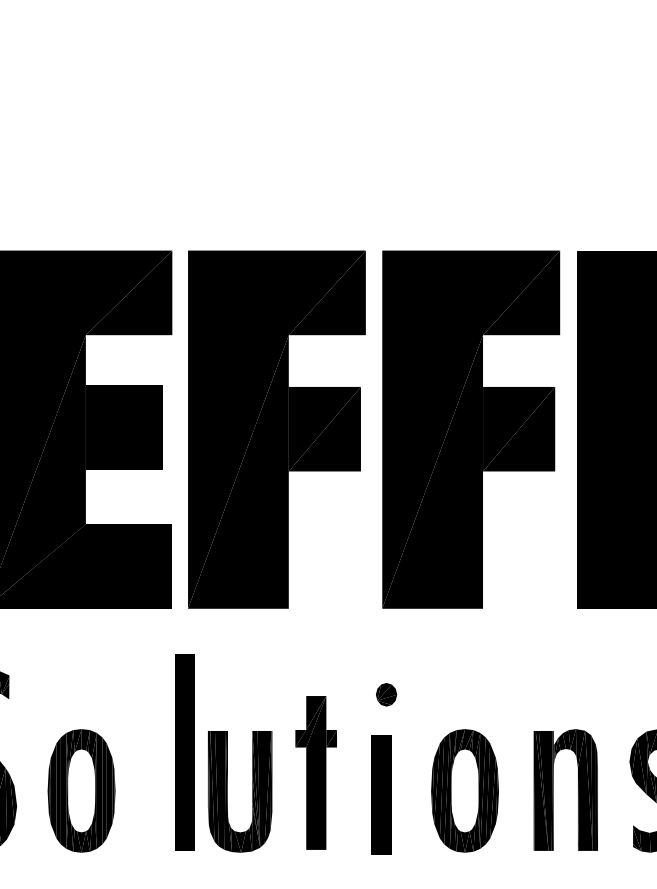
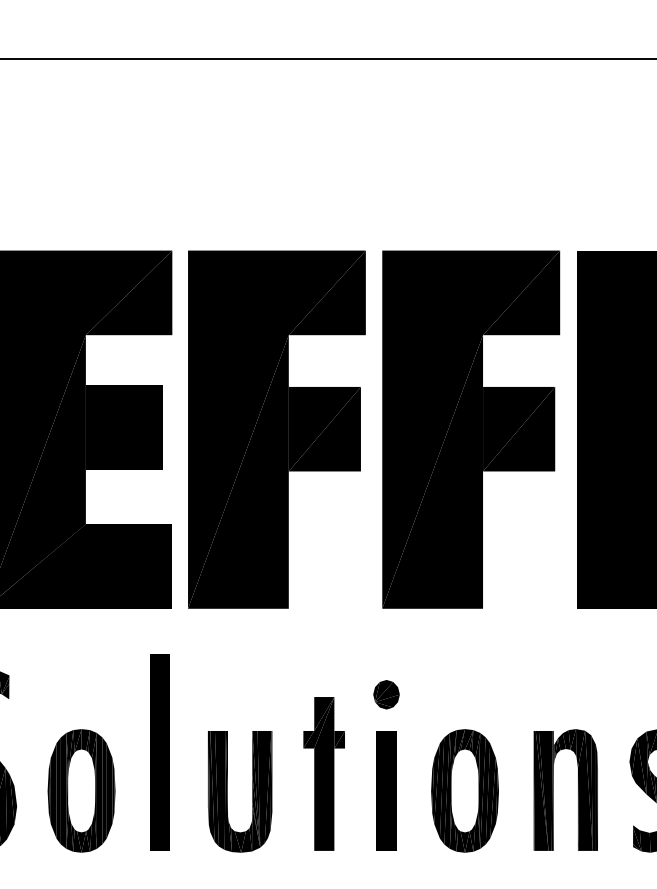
line at (327, 59): none -> present
part at (386, 694) size: 22x24 px -> 27x30 px
part at (184, 752) position: (184, 752) -> (159, 752)
part at (315, 772) position: (315, 772) -> (323, 773)
part at (381, 794) position: (381, 794) -> (386, 790)
